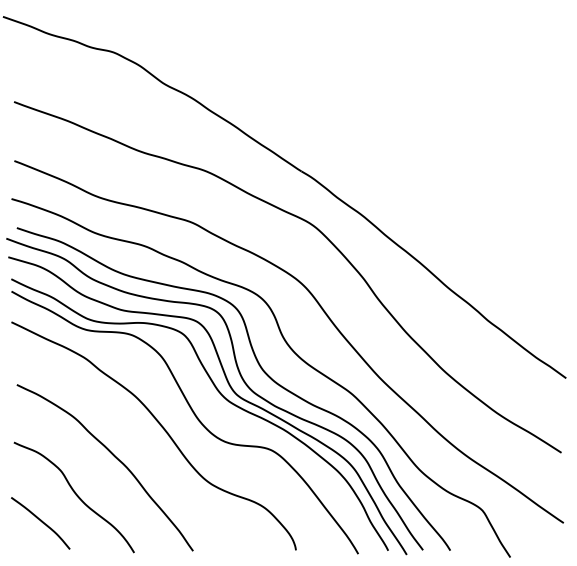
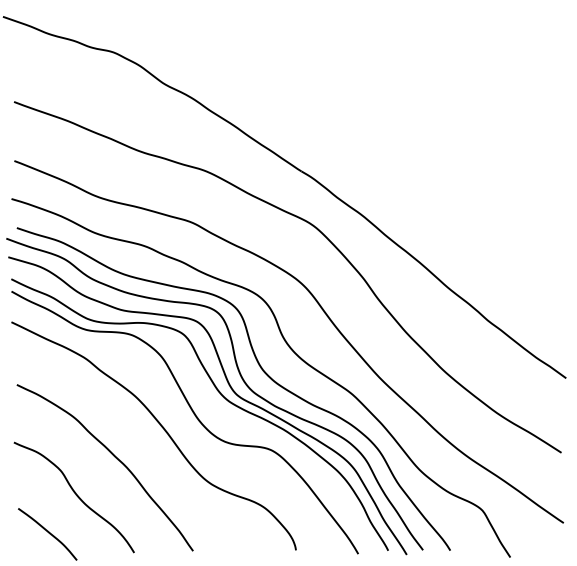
curve at (41, 522) position: (41, 522) -> (48, 533)
